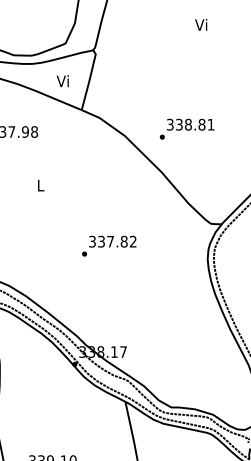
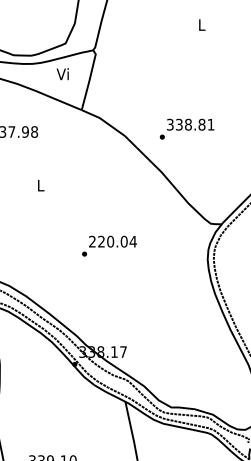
text at (201, 24): Vi -> L
text at (62, 81) position: (62, 81) -> (62, 74)
text at (112, 241): 337.82 -> 220.04
